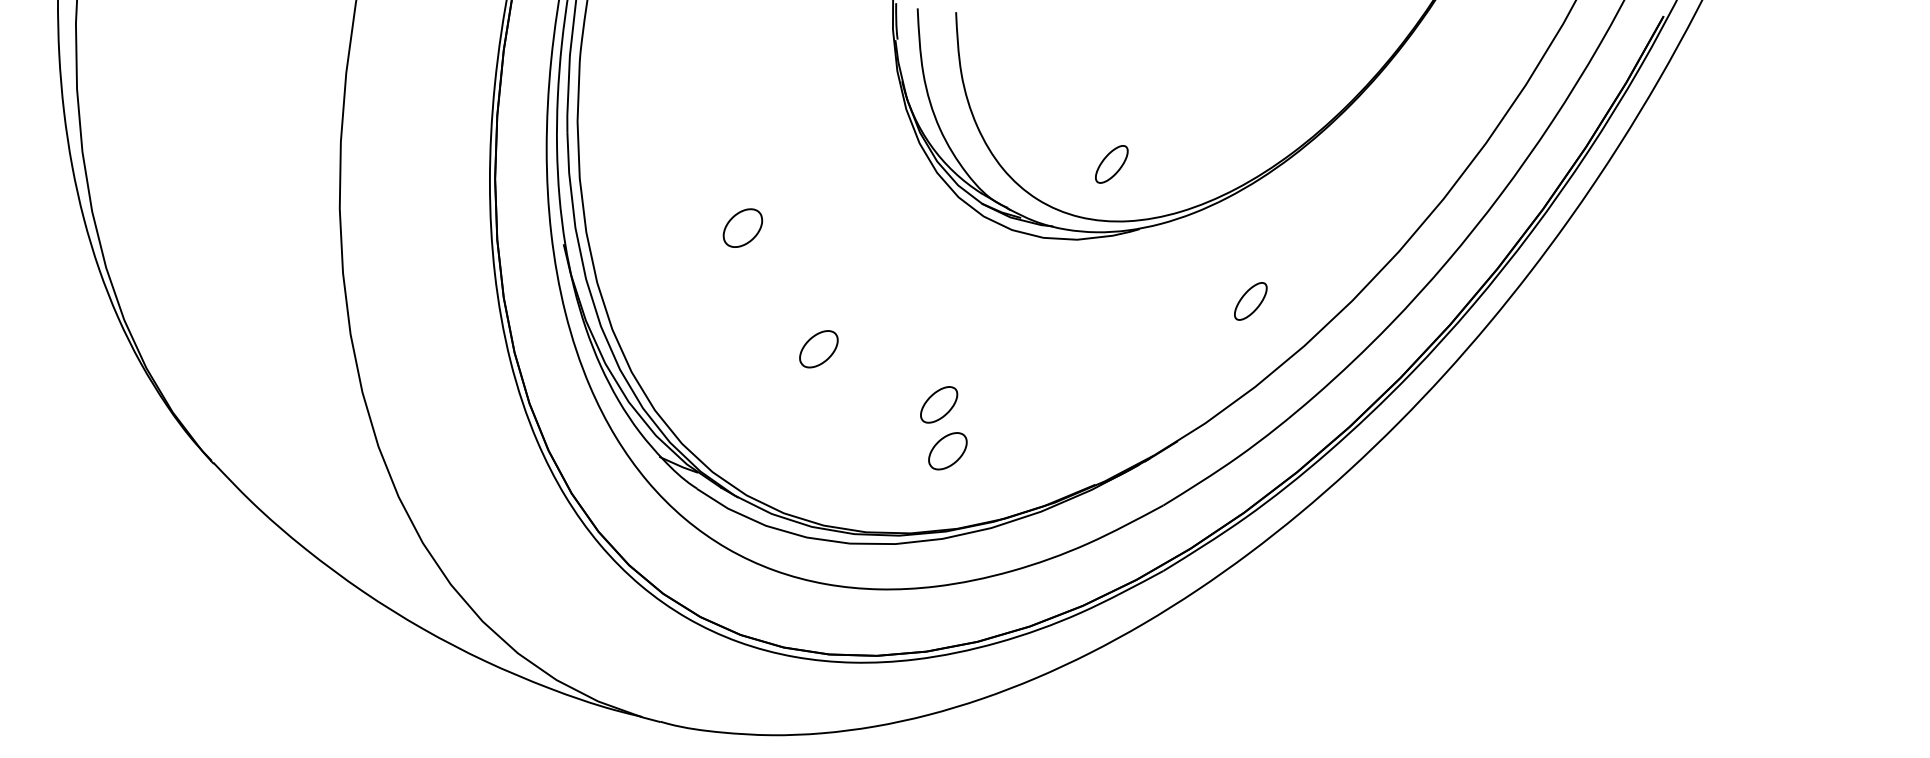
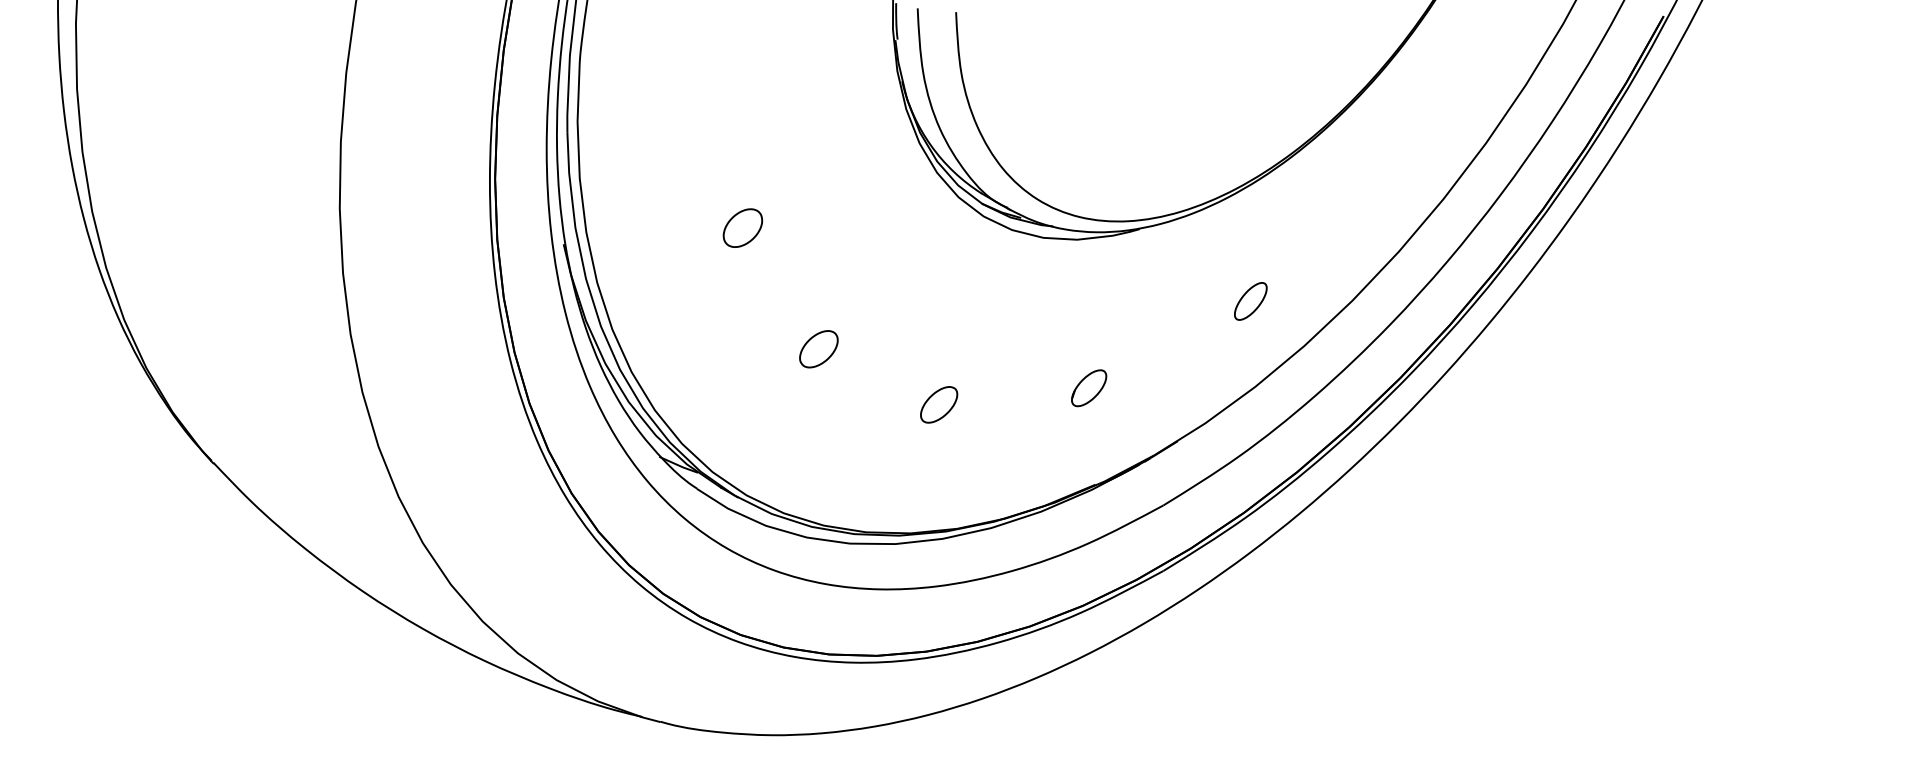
part at (1111, 164): present -> none
part at (1089, 388): none -> present
part at (947, 451): present -> none
